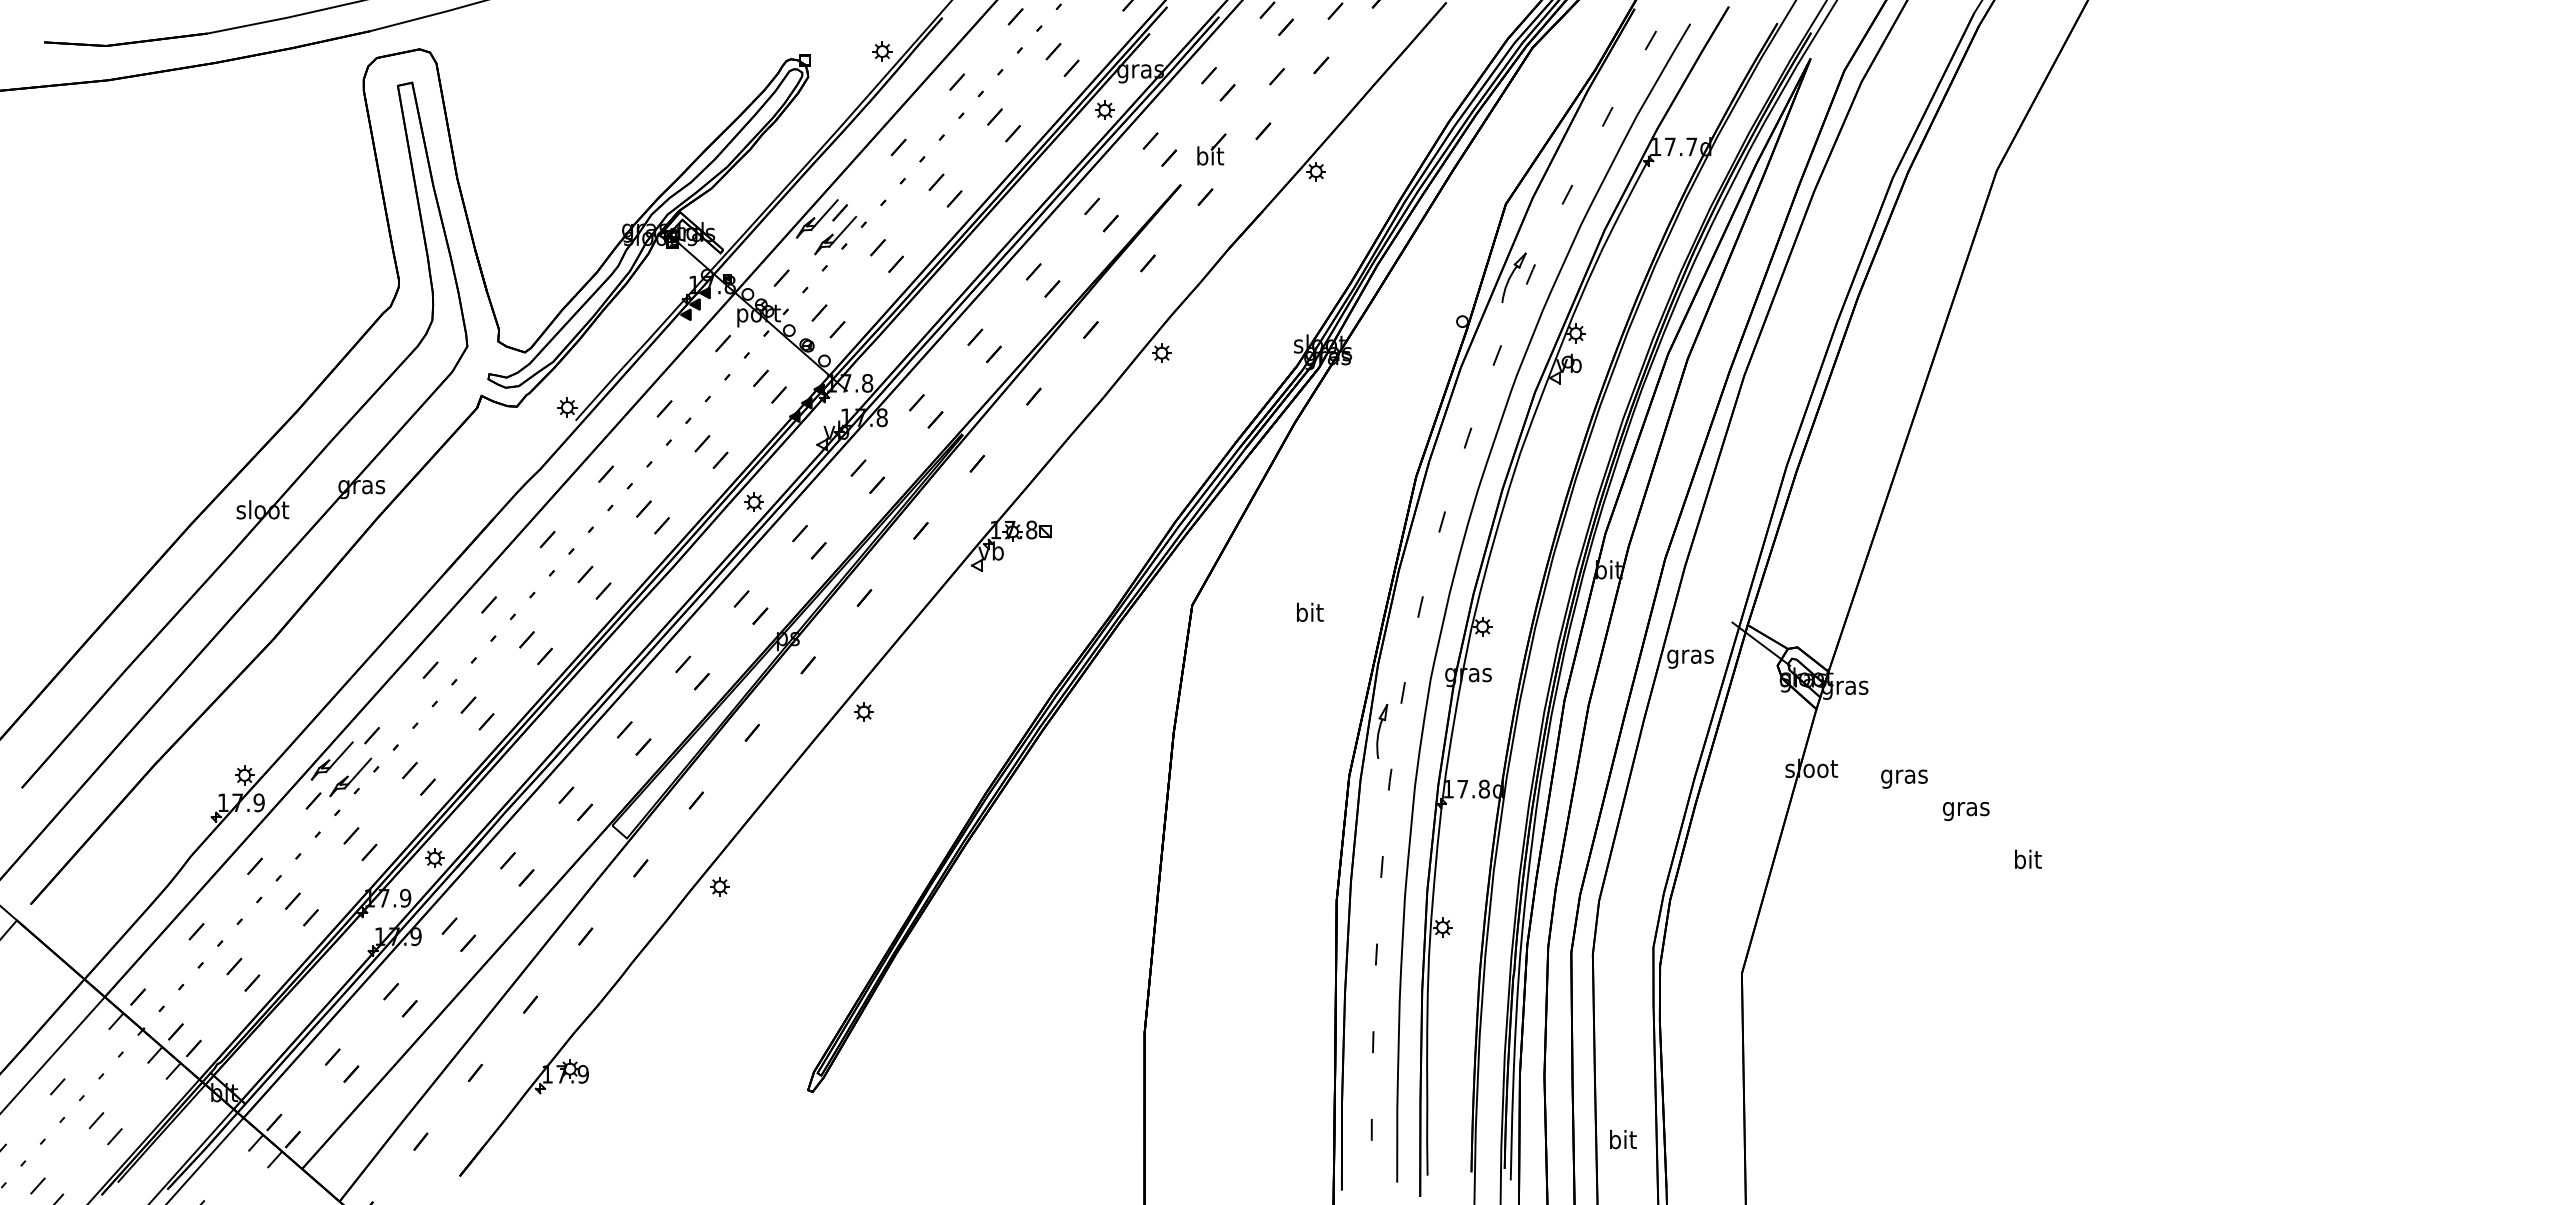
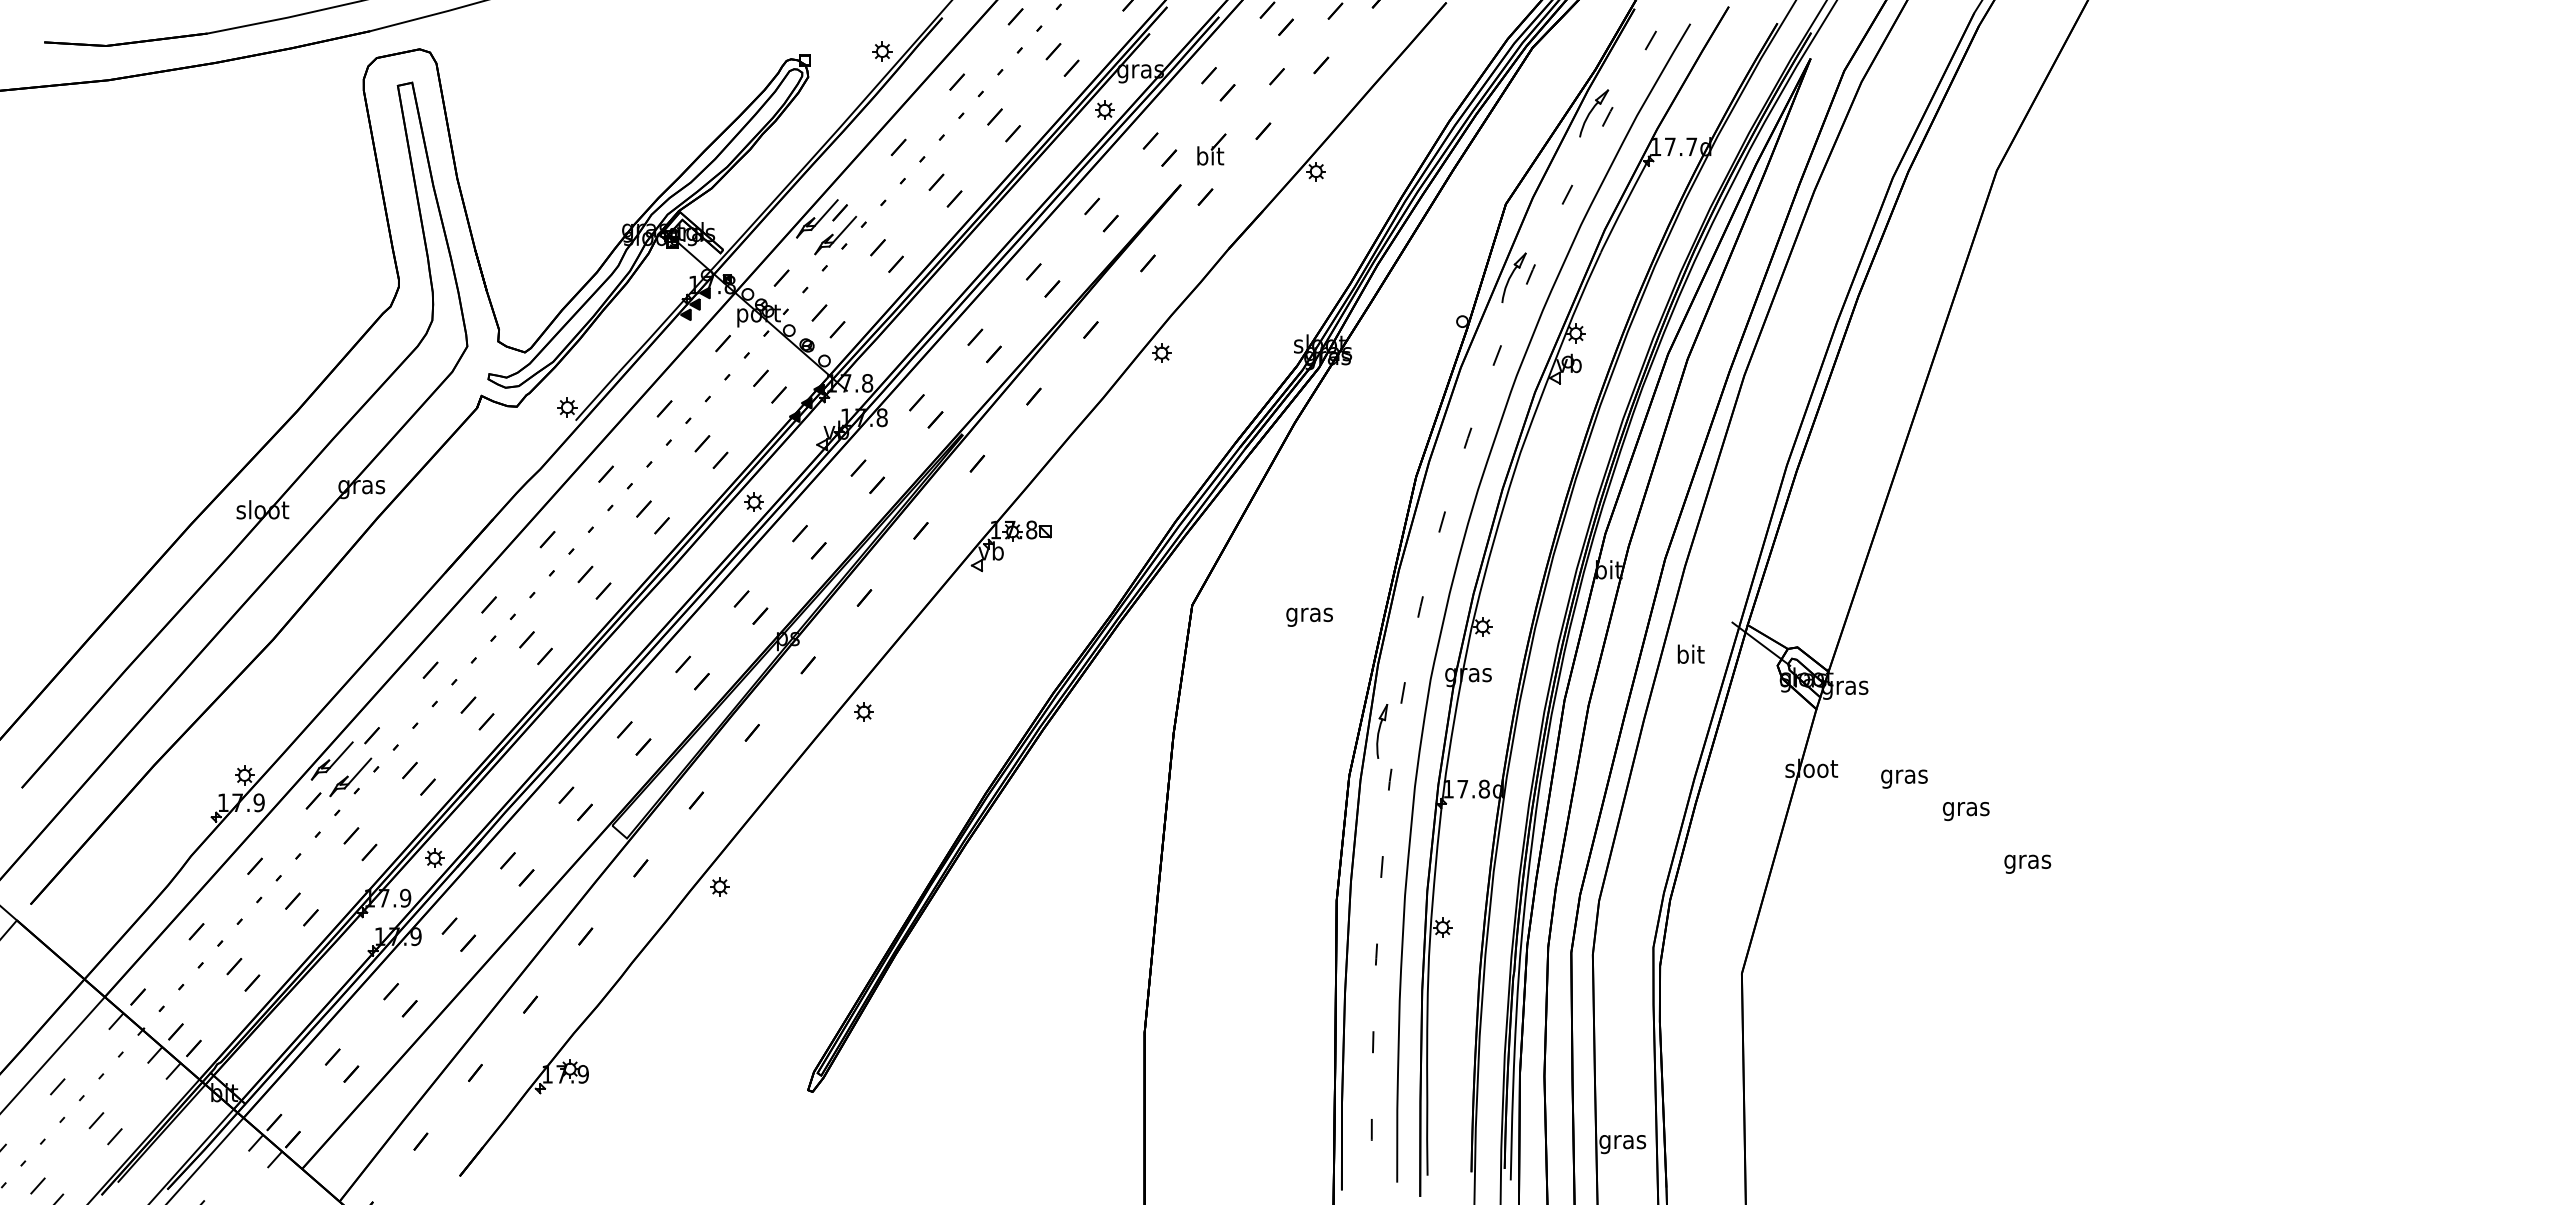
part at (1594, 113): none -> present
text at (1309, 614): bit -> gras
text at (1690, 656): gras -> bit
text at (2027, 861): bit -> gras
text at (1622, 1142): bit -> gras
